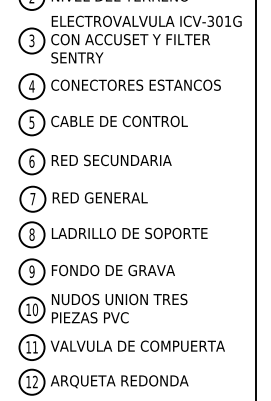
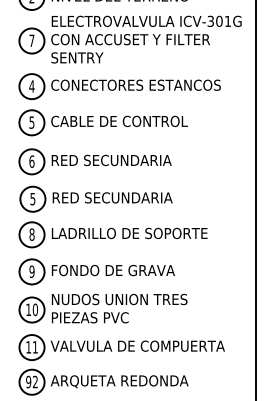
text at (31, 40): 3 -> 7
text at (128, 197): RED GENERAL -> RED SECUNDARIA
text at (32, 199): 7 -> 5
text at (28, 381): 12 -> 92
